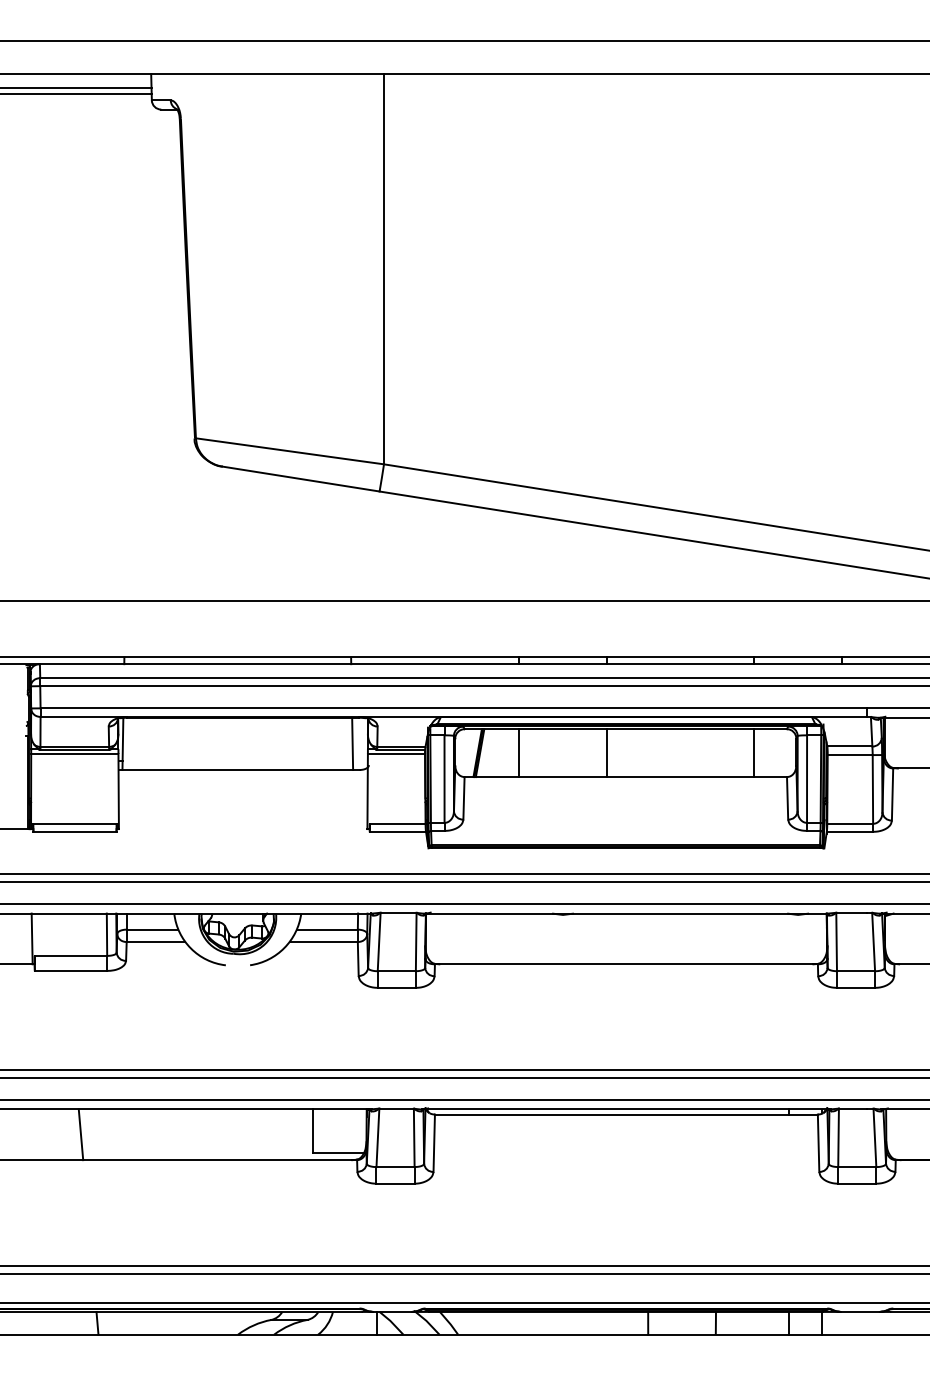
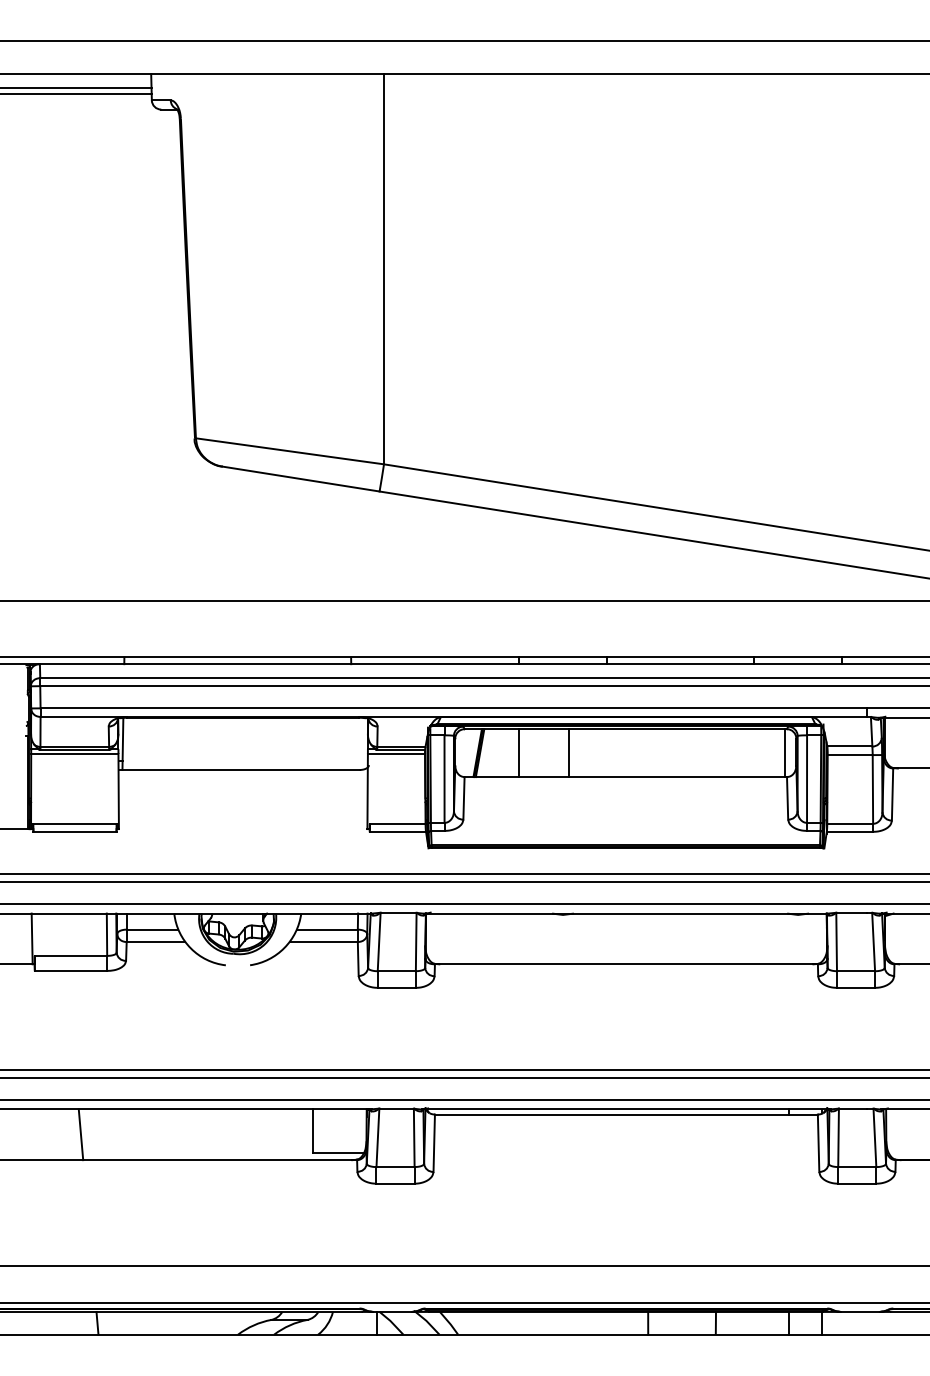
line at (352, 743): present -> none
line at (607, 753) position: (607, 753) -> (569, 753)
line at (753, 753) position: (753, 753) -> (784, 753)
line at (464, 1273): present -> none
